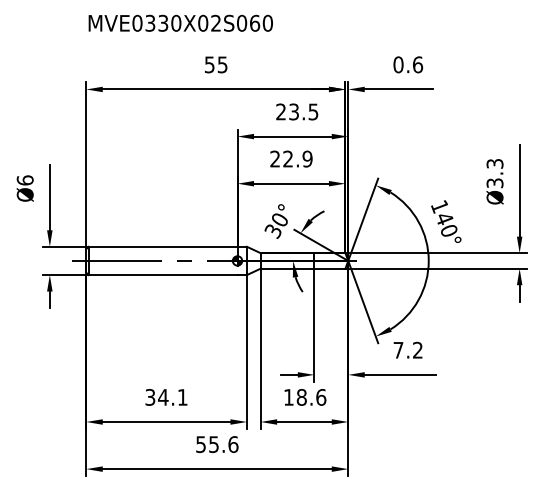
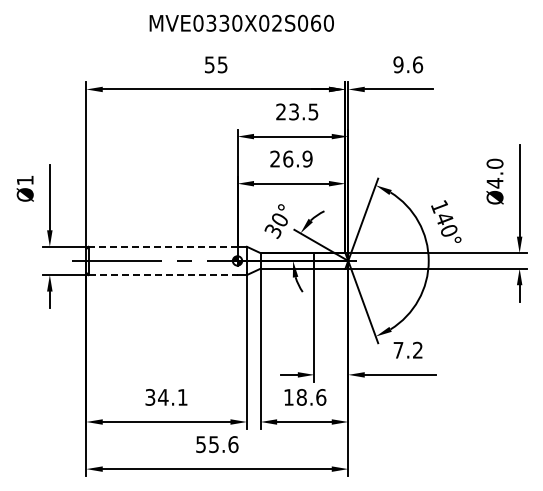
text at (180, 22) position: (180, 22) -> (241, 22)
text at (398, 64): 0.6 -> 9.6
text at (288, 158): 22.9 -> 26.9
text at (494, 173): Ø3.3 -> Ø4.0
text at (24, 180): Ø6 -> Ø1
line at (162, 246): solid -> dashed
line at (163, 275): solid -> dashed
